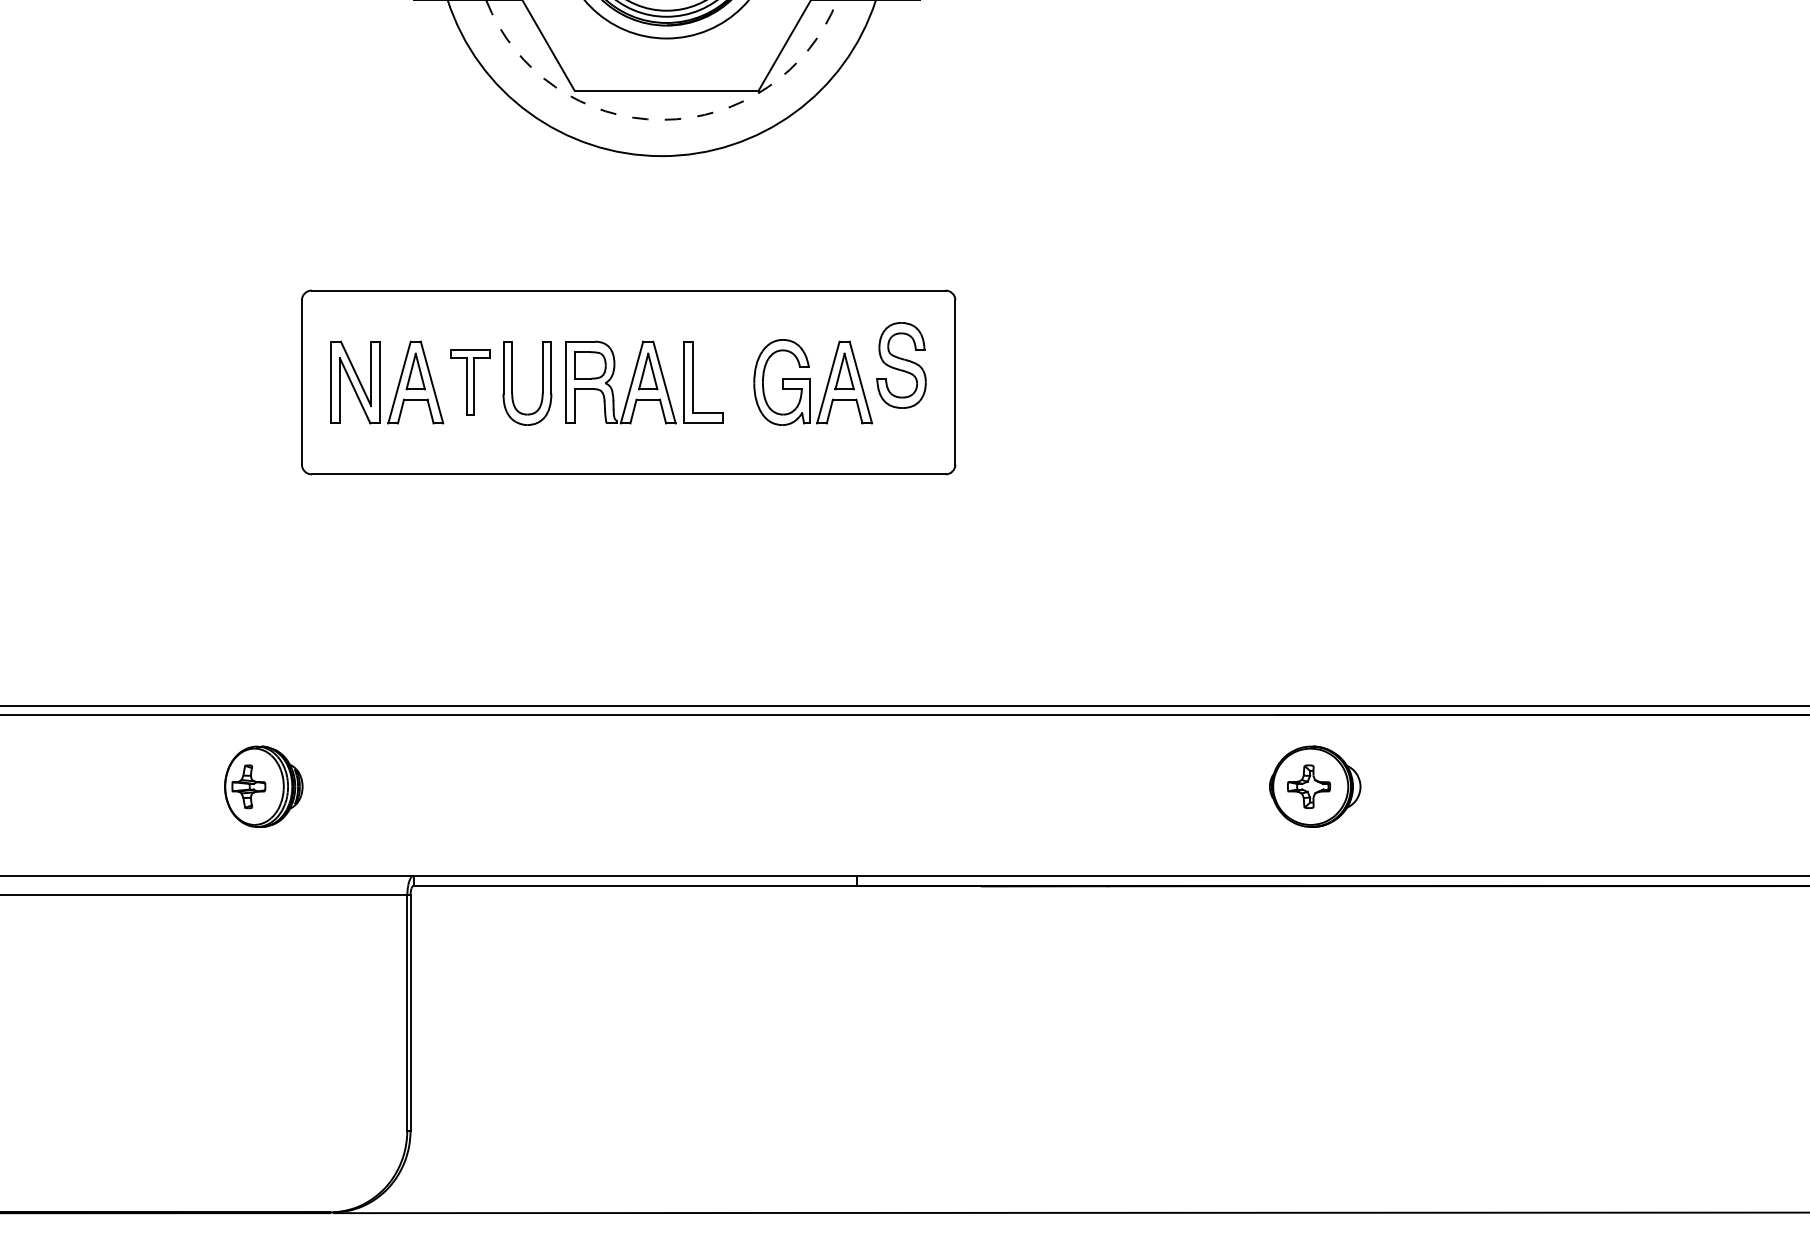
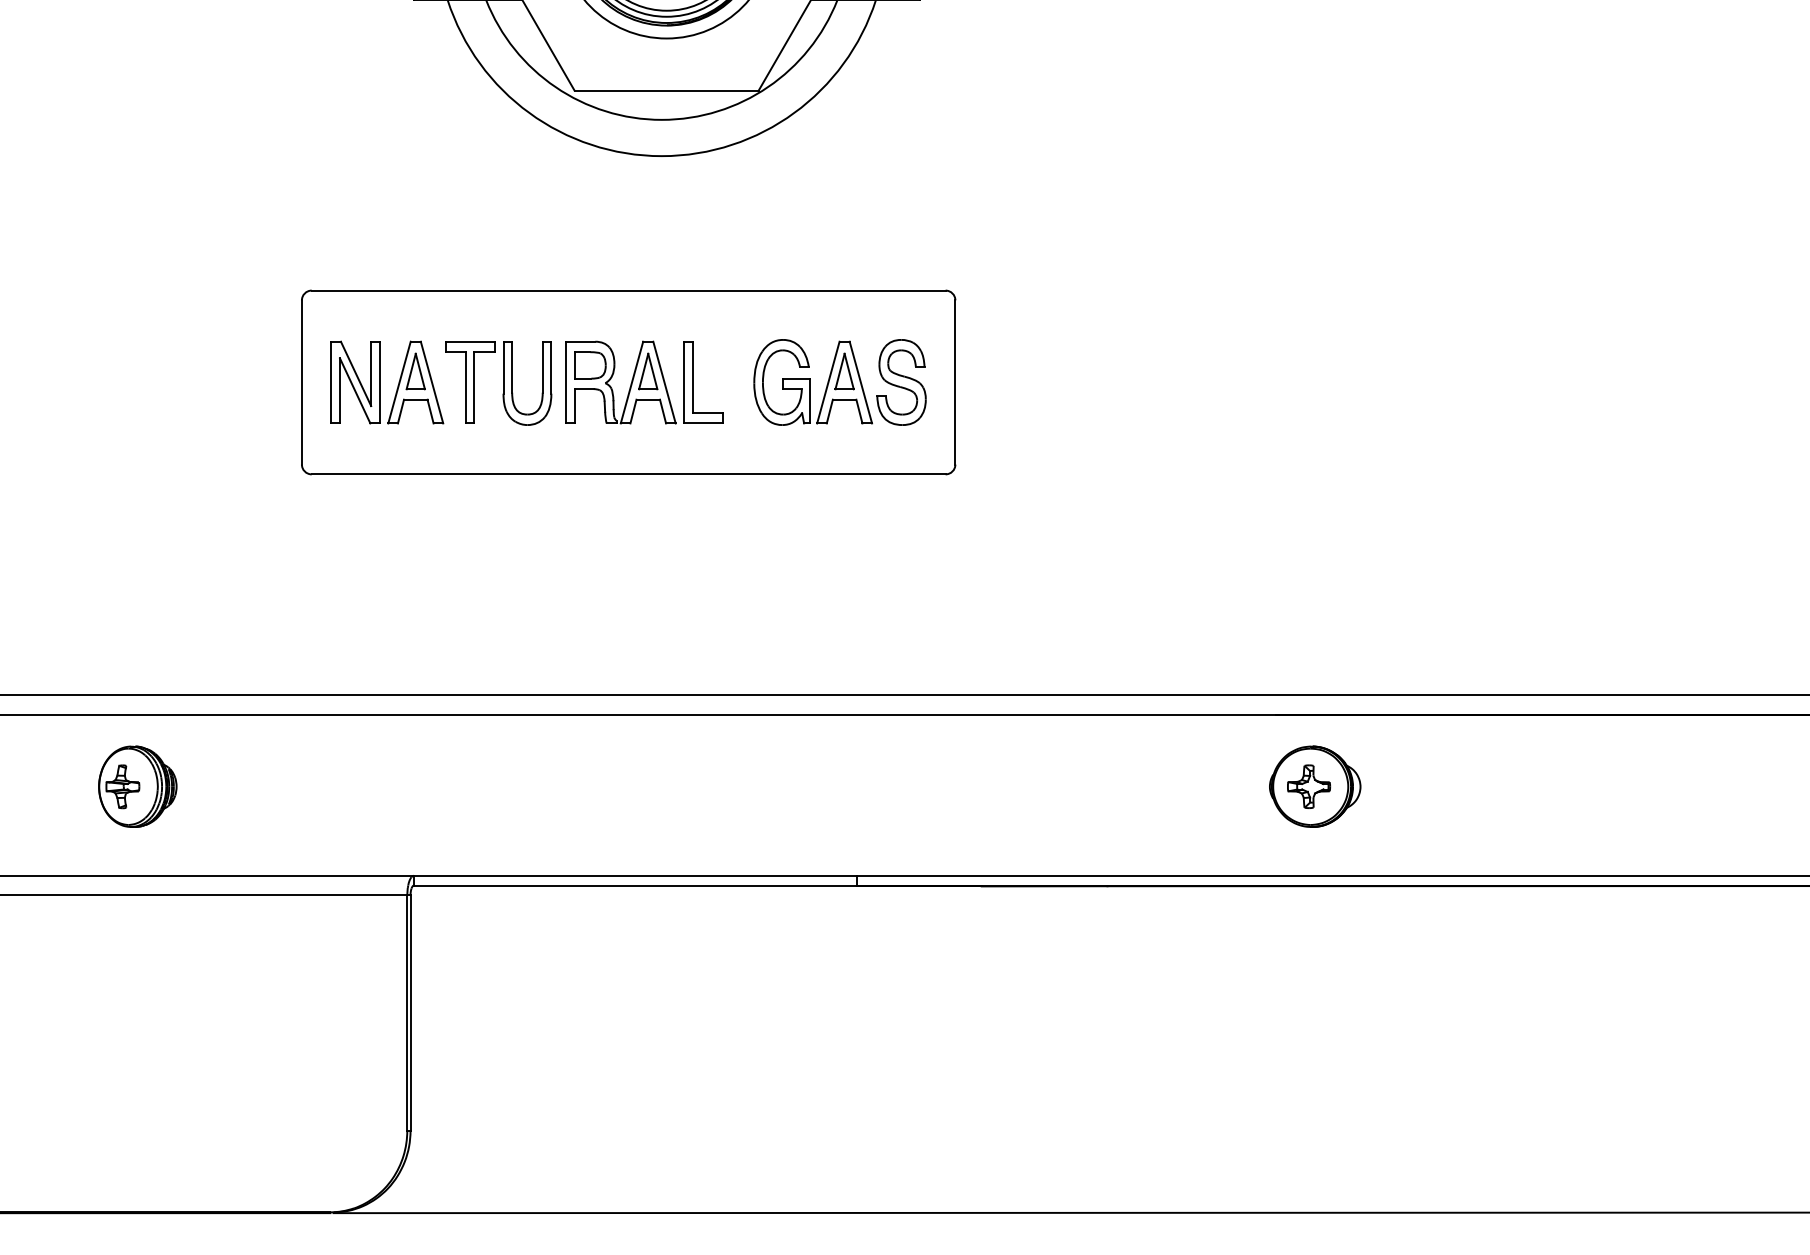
arc at (661, 119): dashed -> solid
part at (901, 365) position: (901, 365) -> (901, 382)
part at (470, 382) size: 41x67 px -> 51x83 px
line at (904, 706) position: (904, 706) -> (904, 695)
part at (263, 786) position: (263, 786) -> (137, 786)
